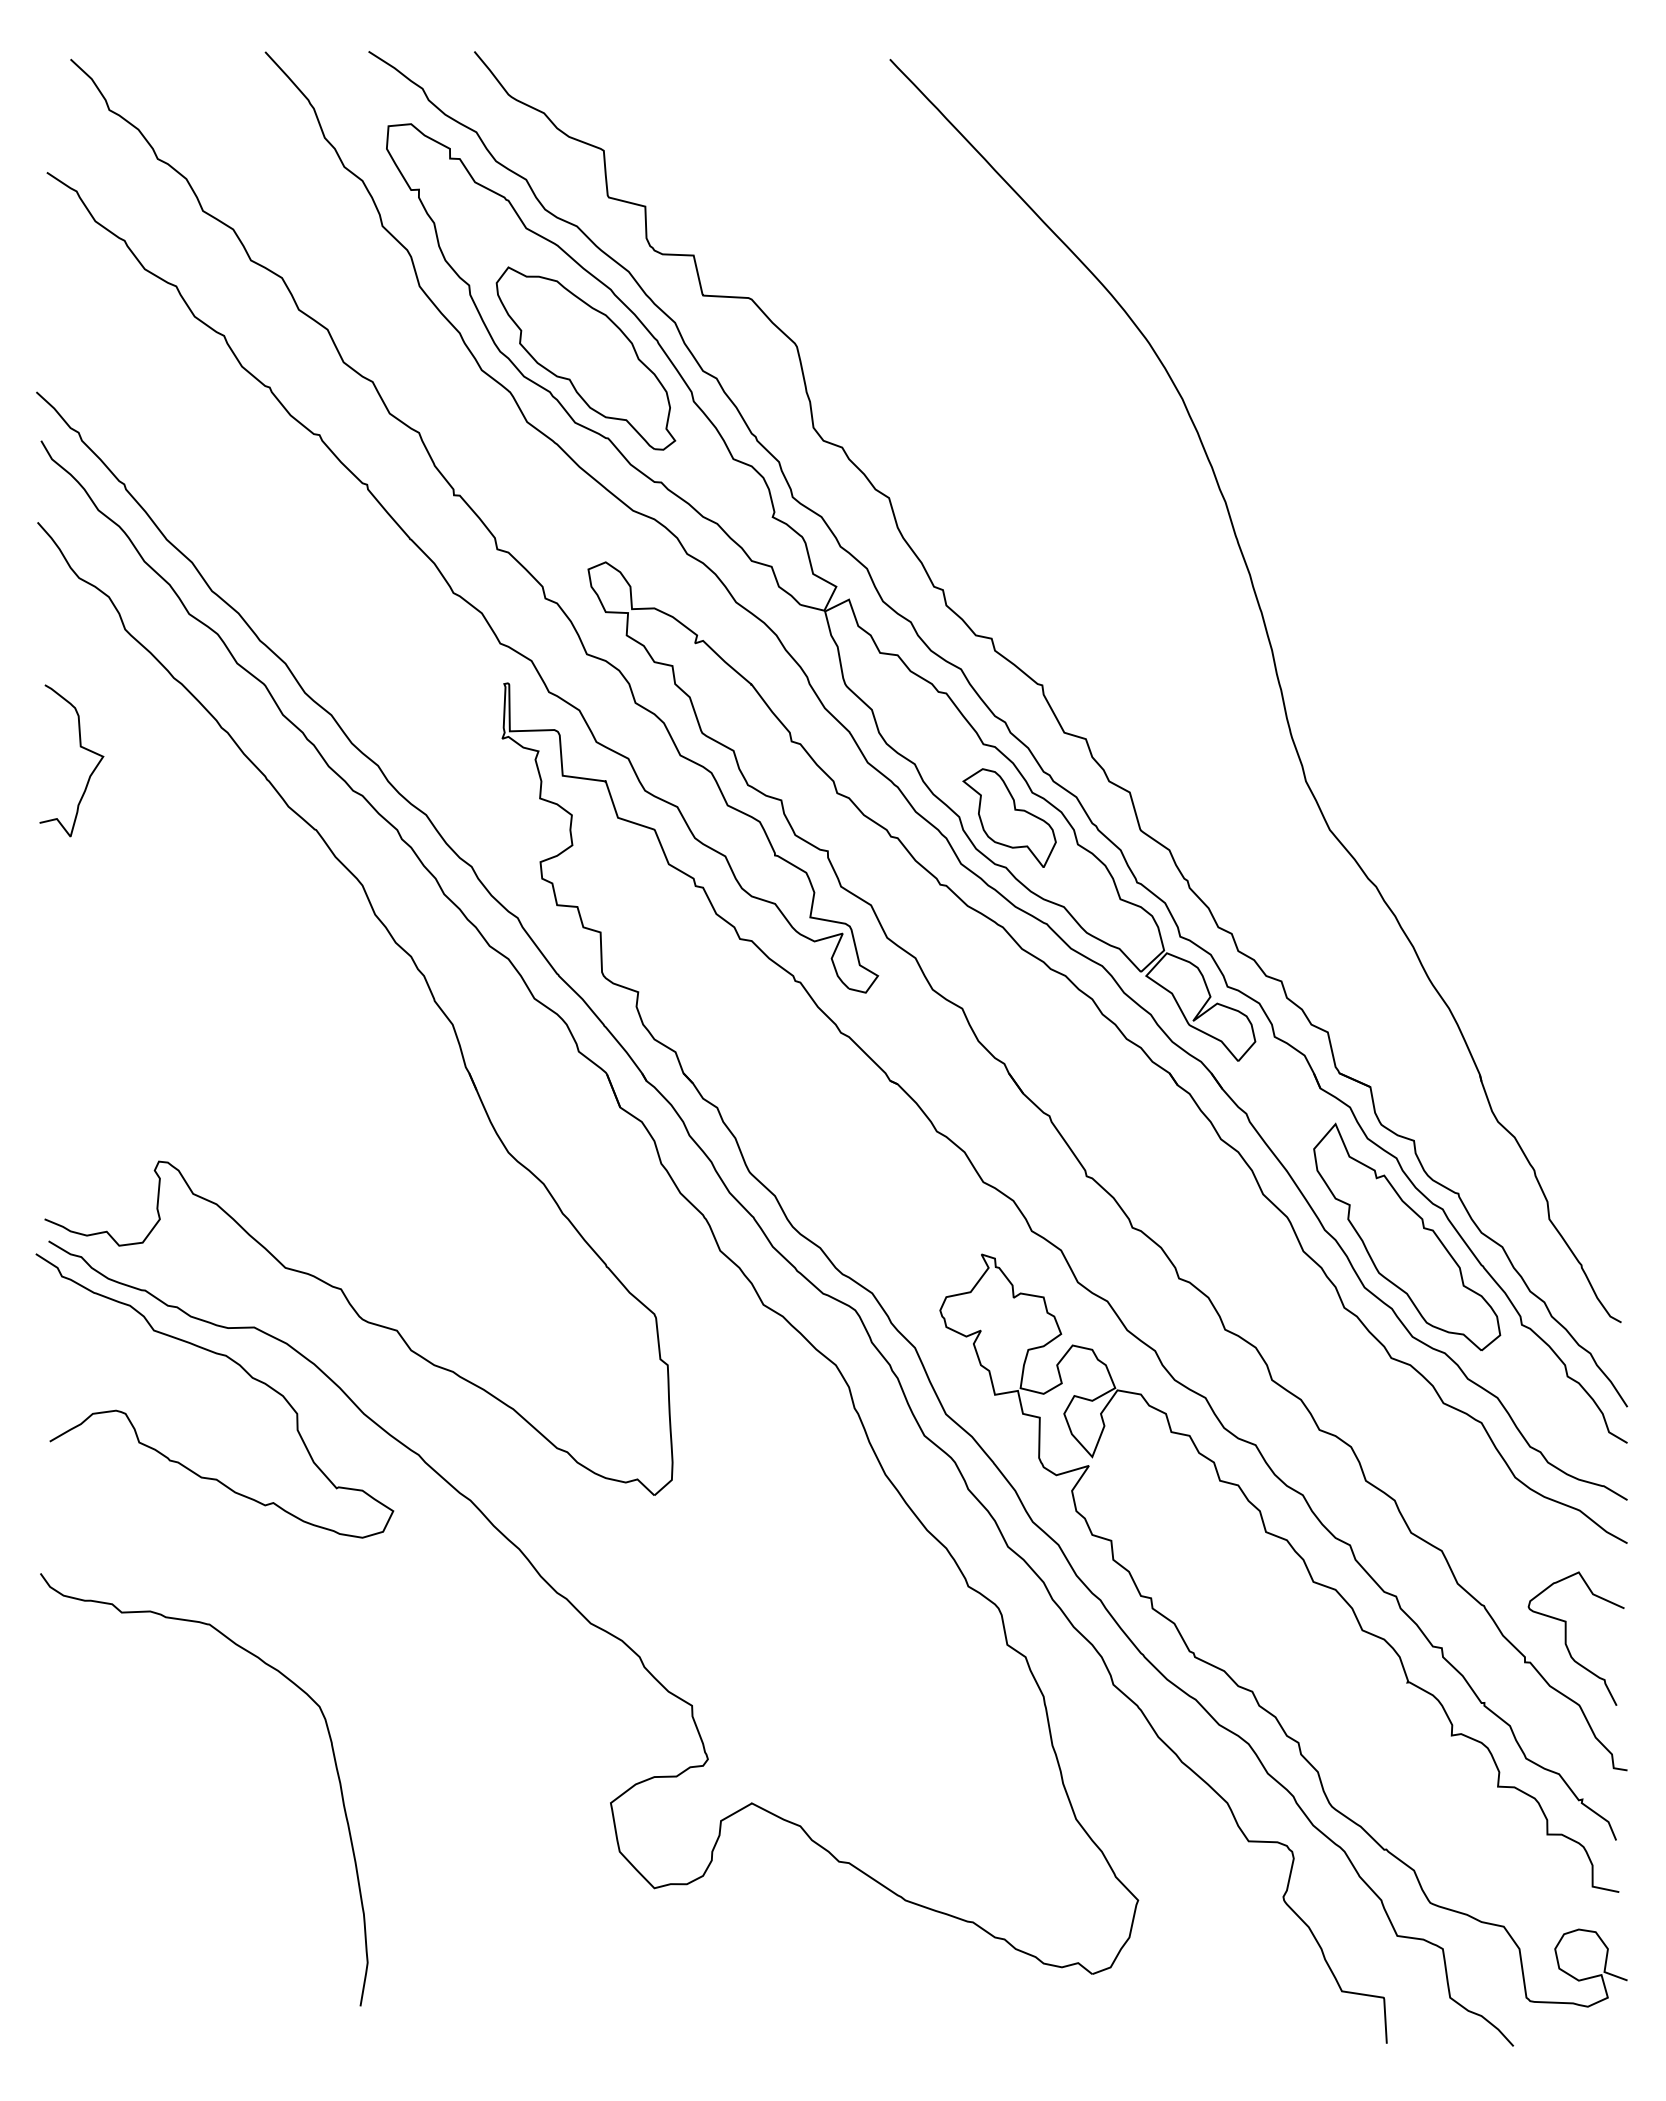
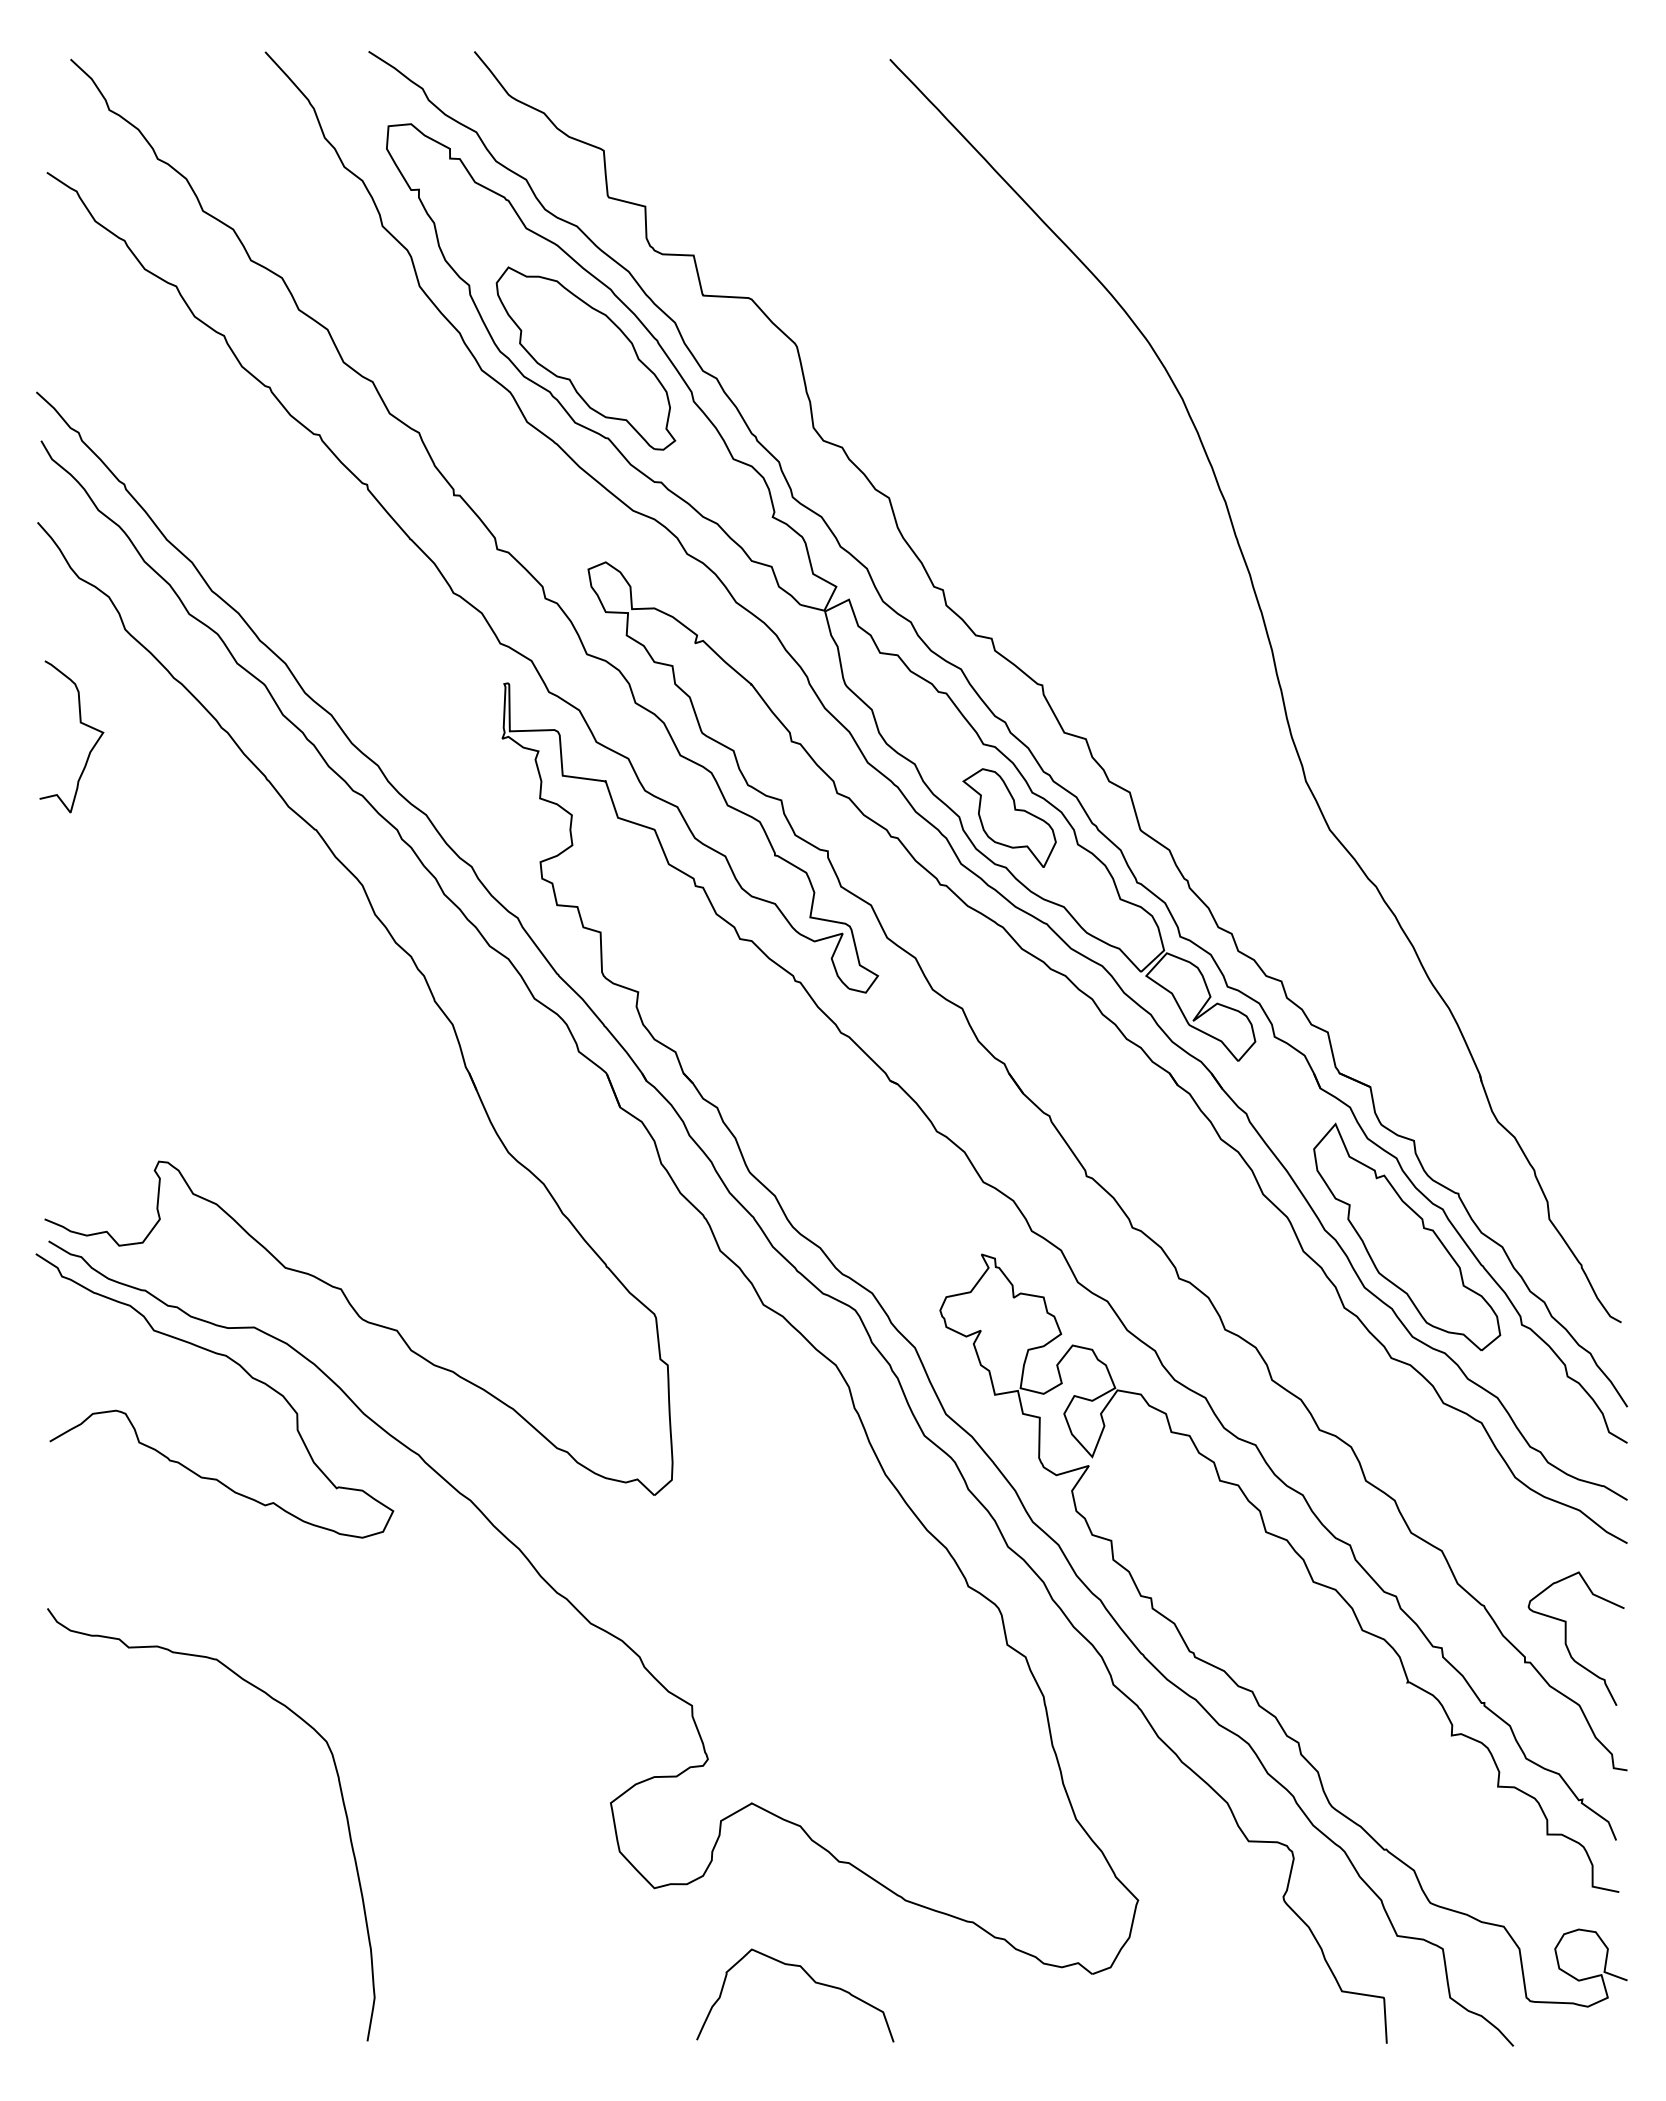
curve at (80, 747) position: (80, 747) -> (80, 723)
curve at (334, 1763) position: (334, 1763) -> (341, 1798)
curve at (811, 1979): none -> present
